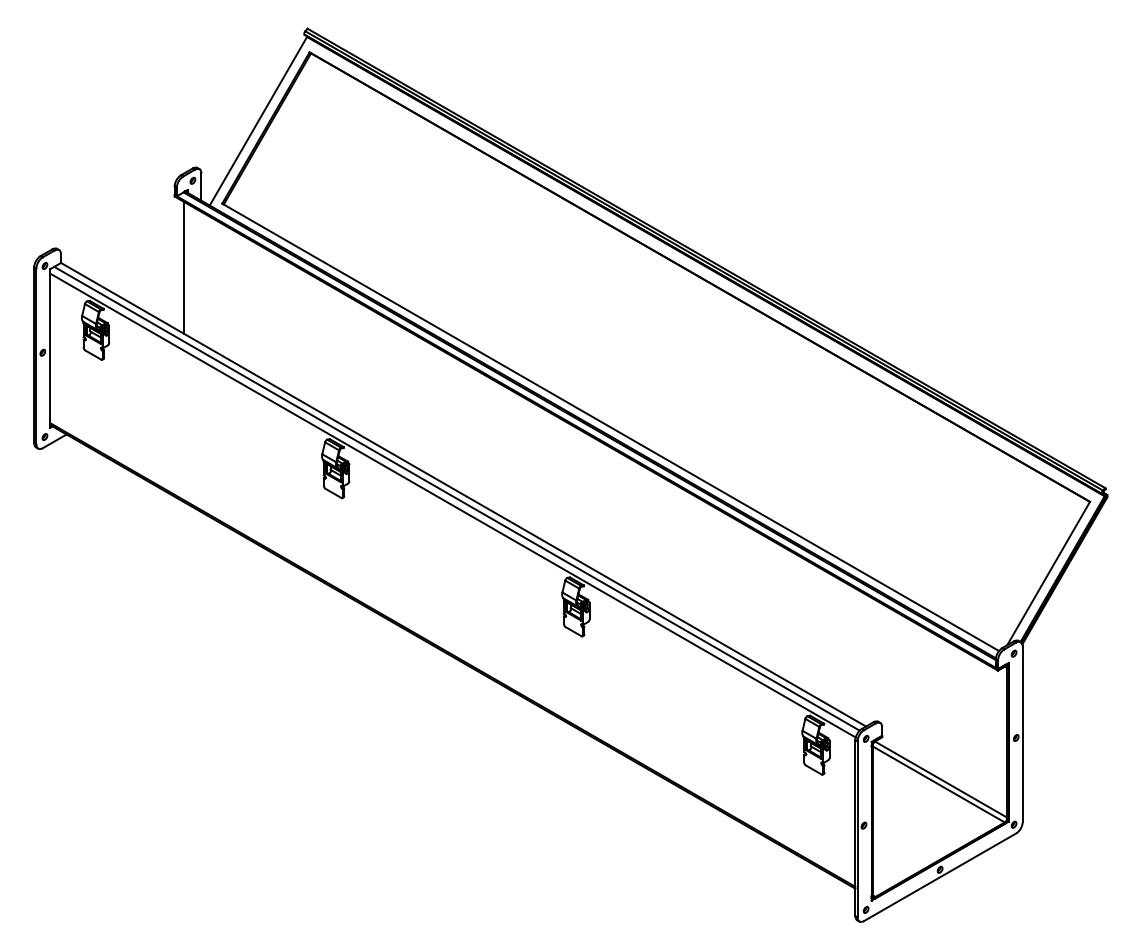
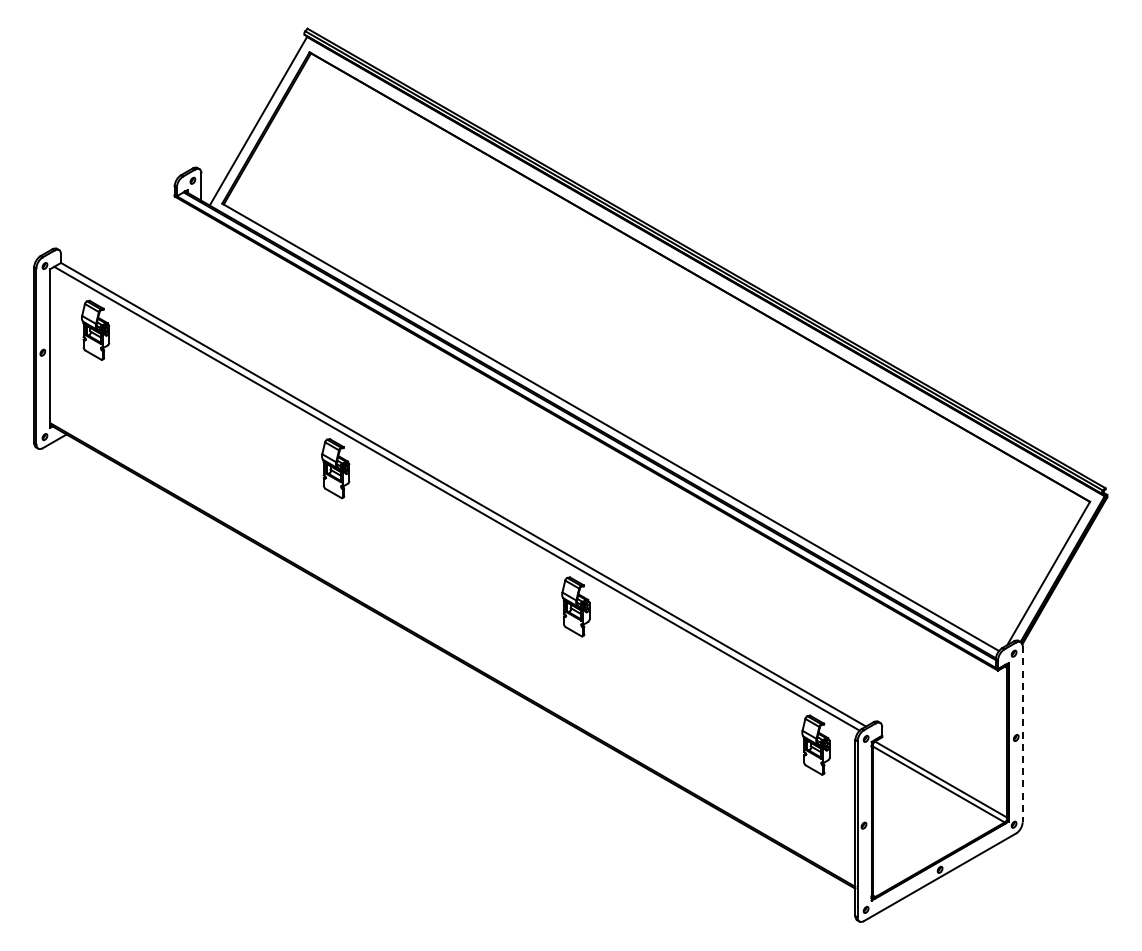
line at (184, 267): present -> none
line at (452, 505): present -> none
line at (1022, 734): solid -> dashed
